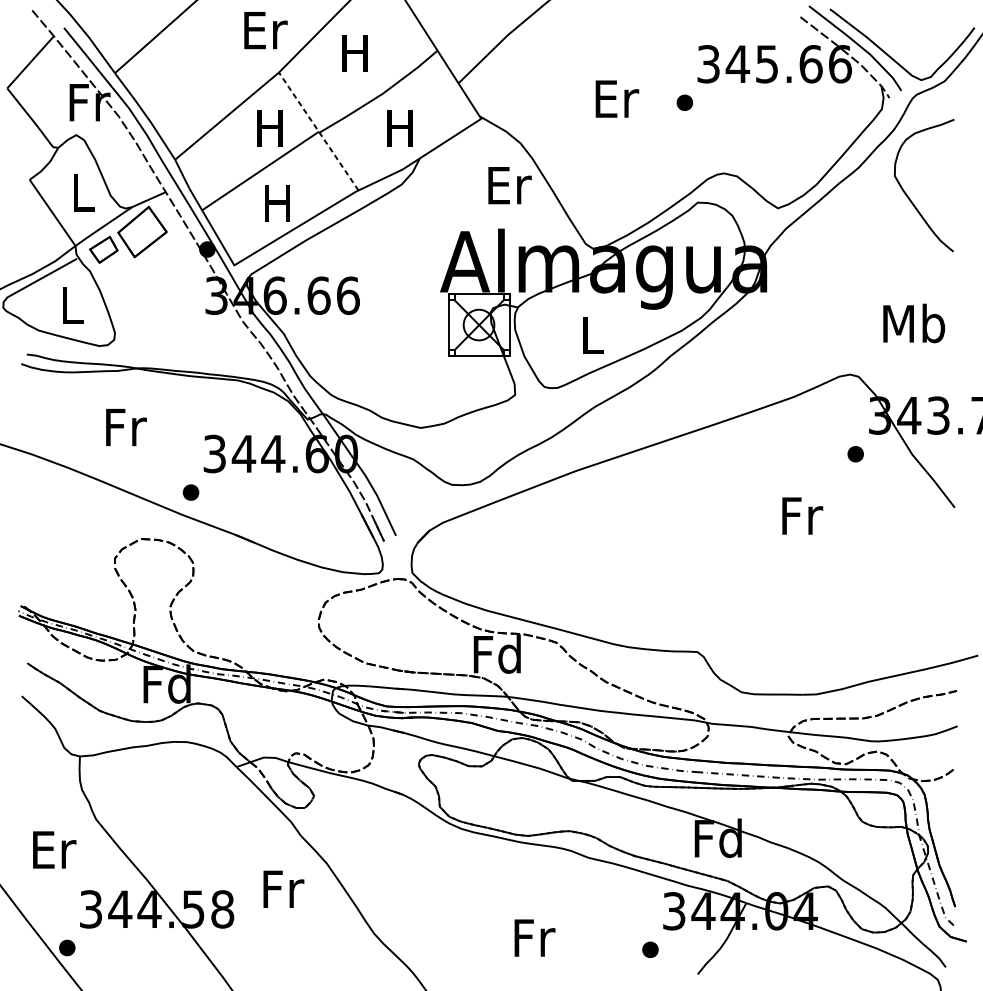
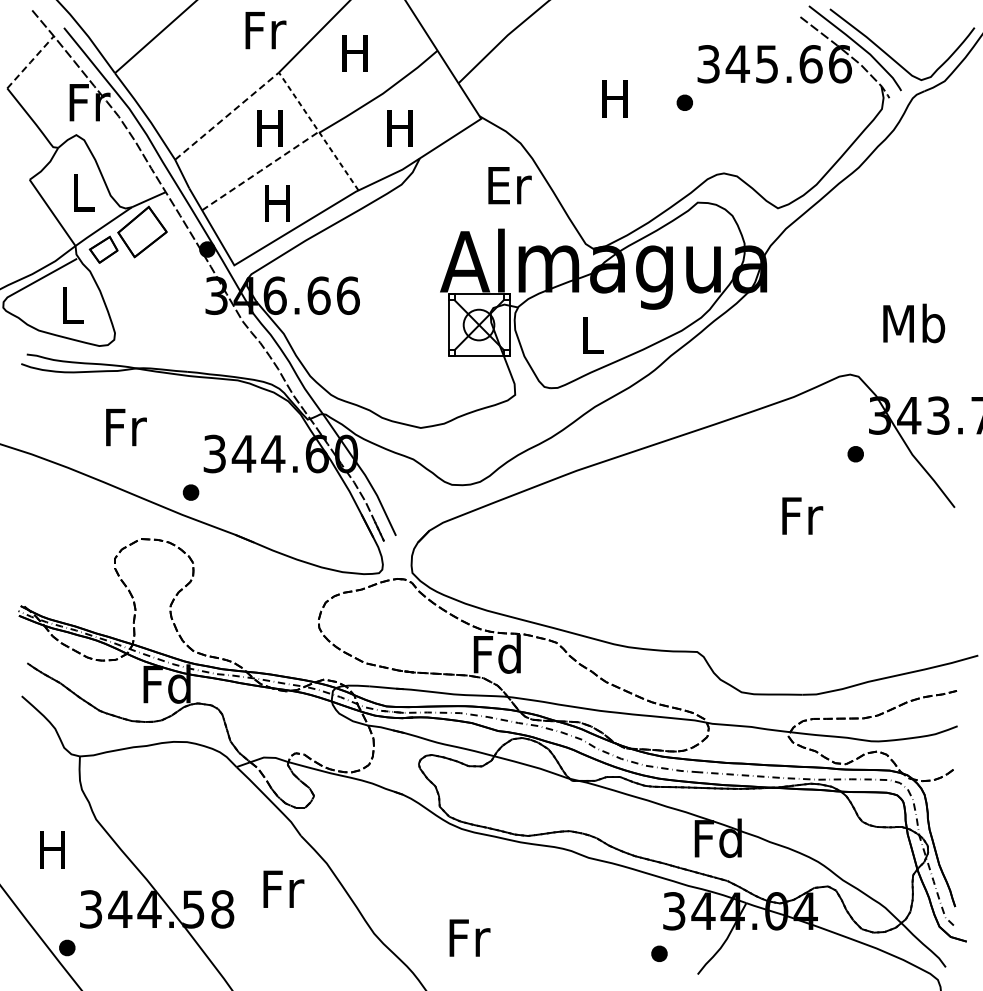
text at (265, 30): Er -> Fr
line at (30, 62): solid -> dashed
text at (617, 98): Er -> H
line at (227, 116): solid -> dashed
line at (260, 171): solid -> dashed
curve at (910, 198): present -> none
text at (54, 849): Er -> H
text at (534, 937) position: (534, 937) -> (469, 937)
part at (650, 949) position: (650, 949) -> (659, 953)
